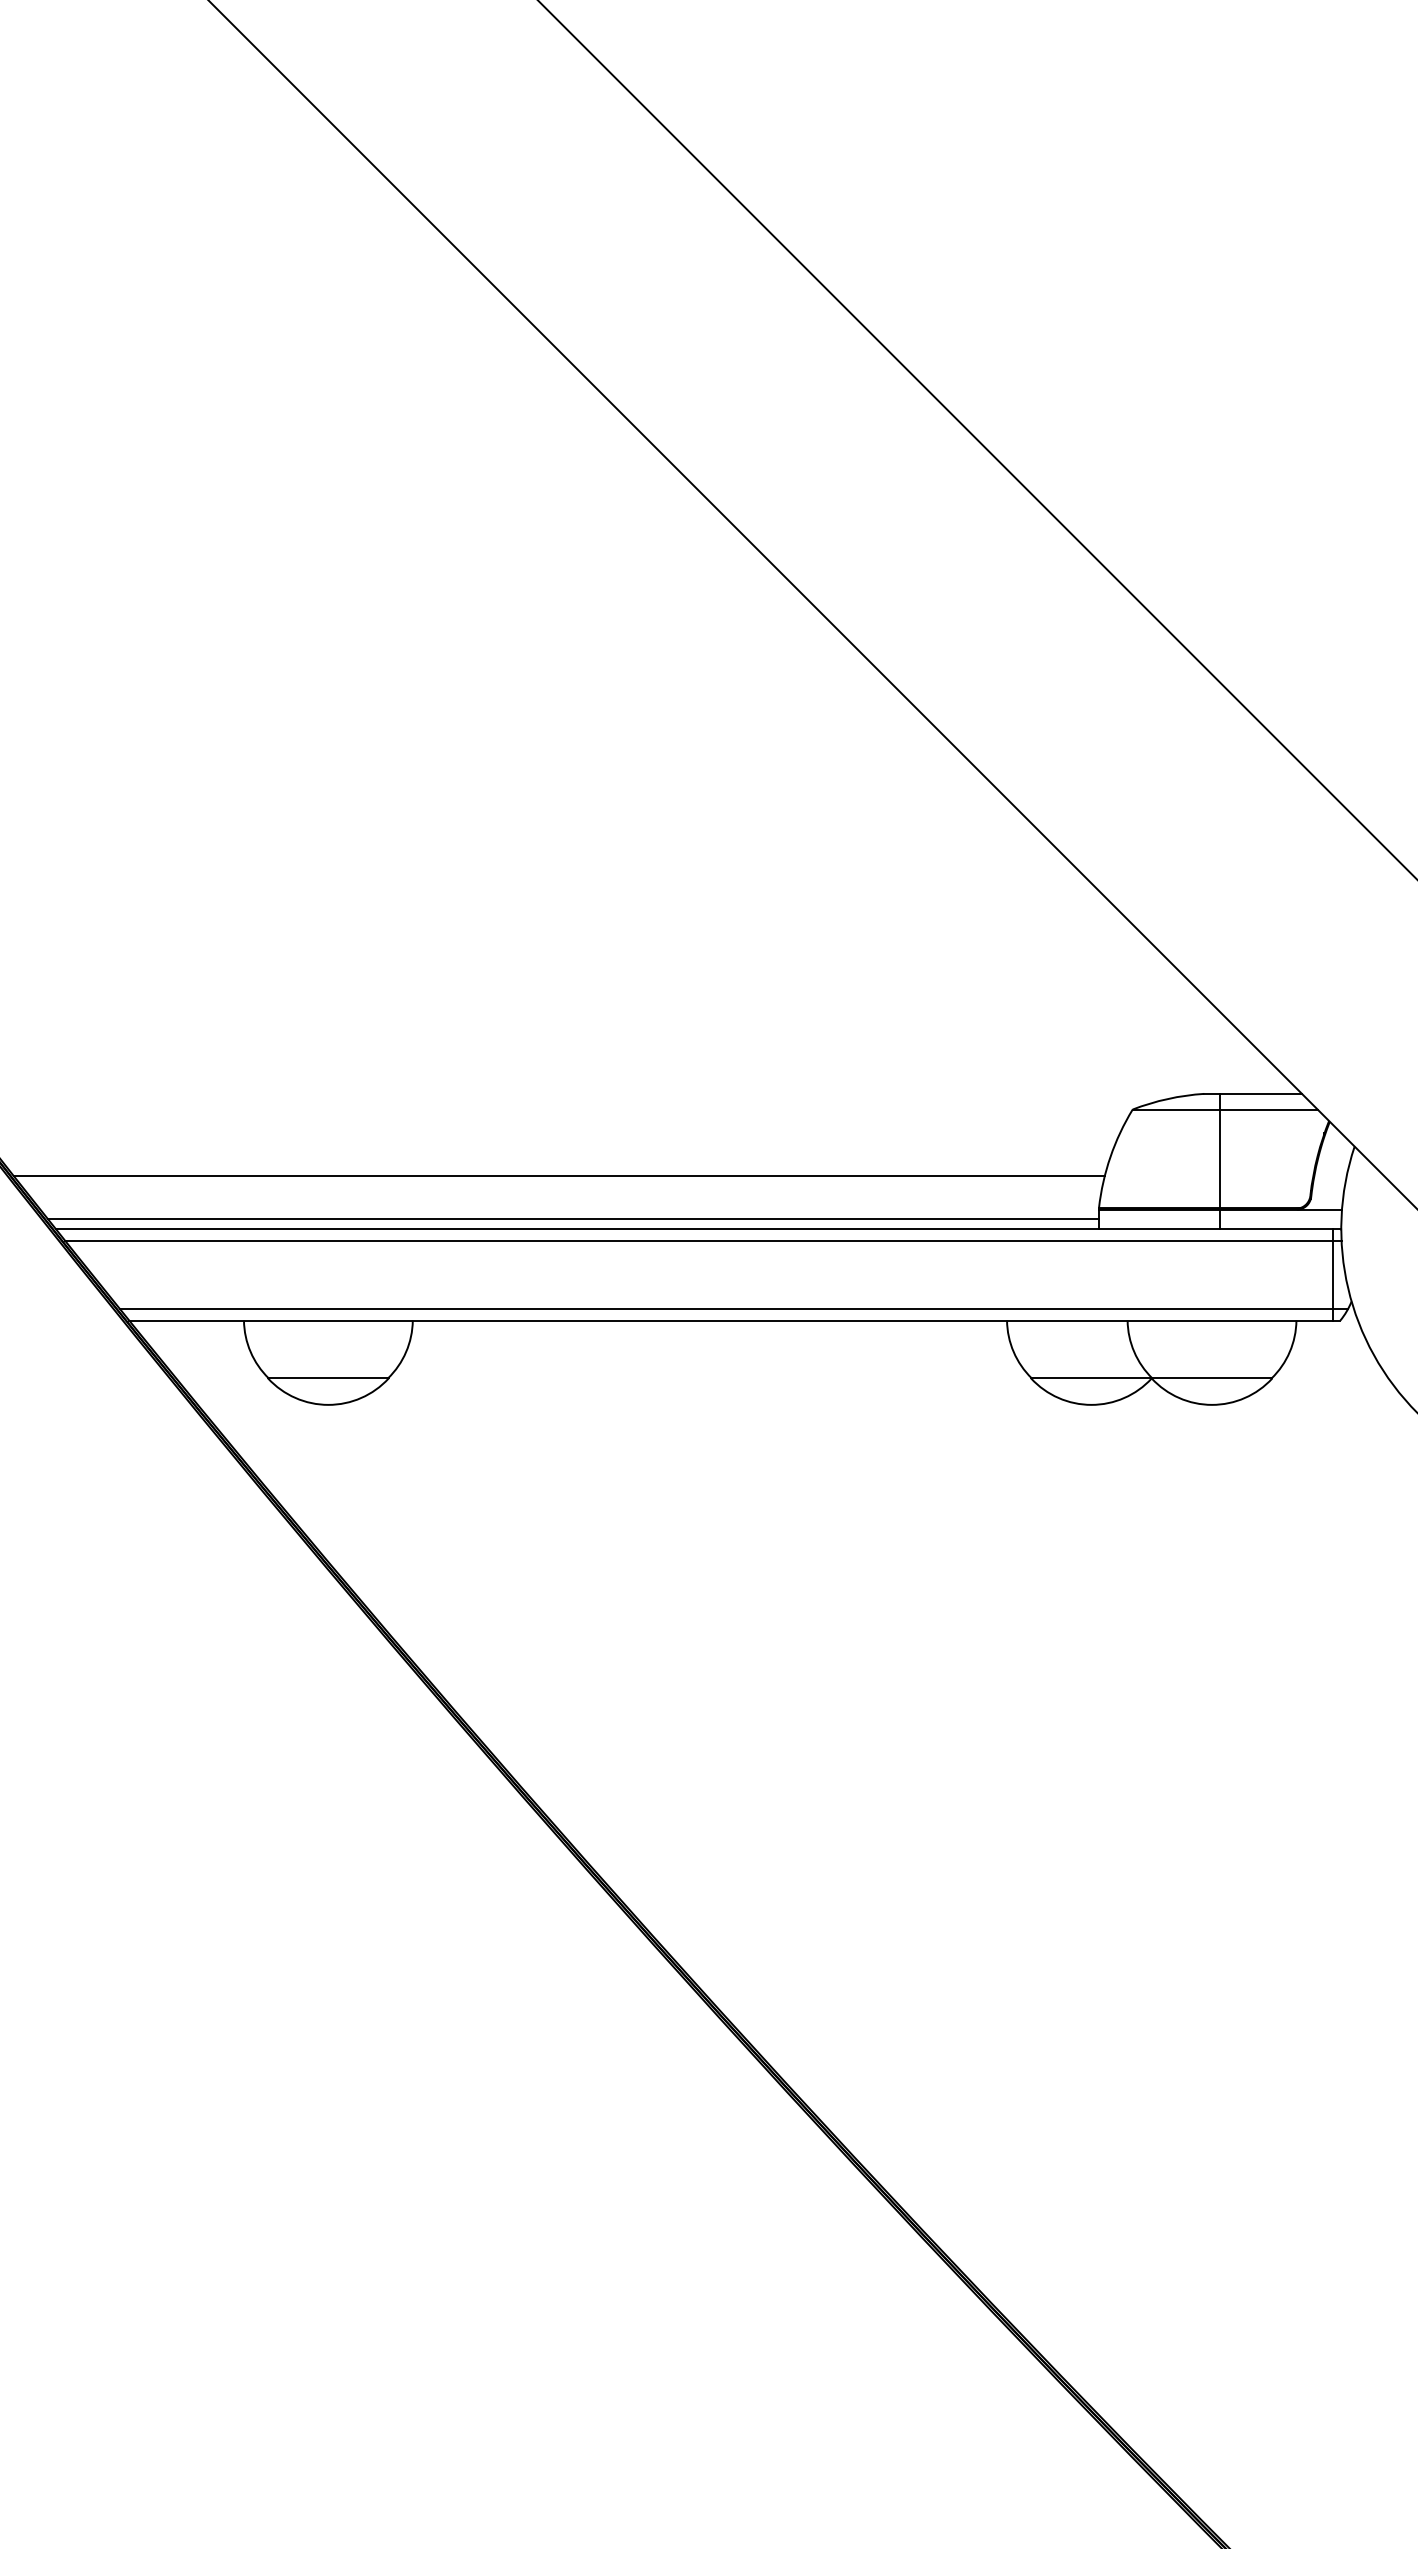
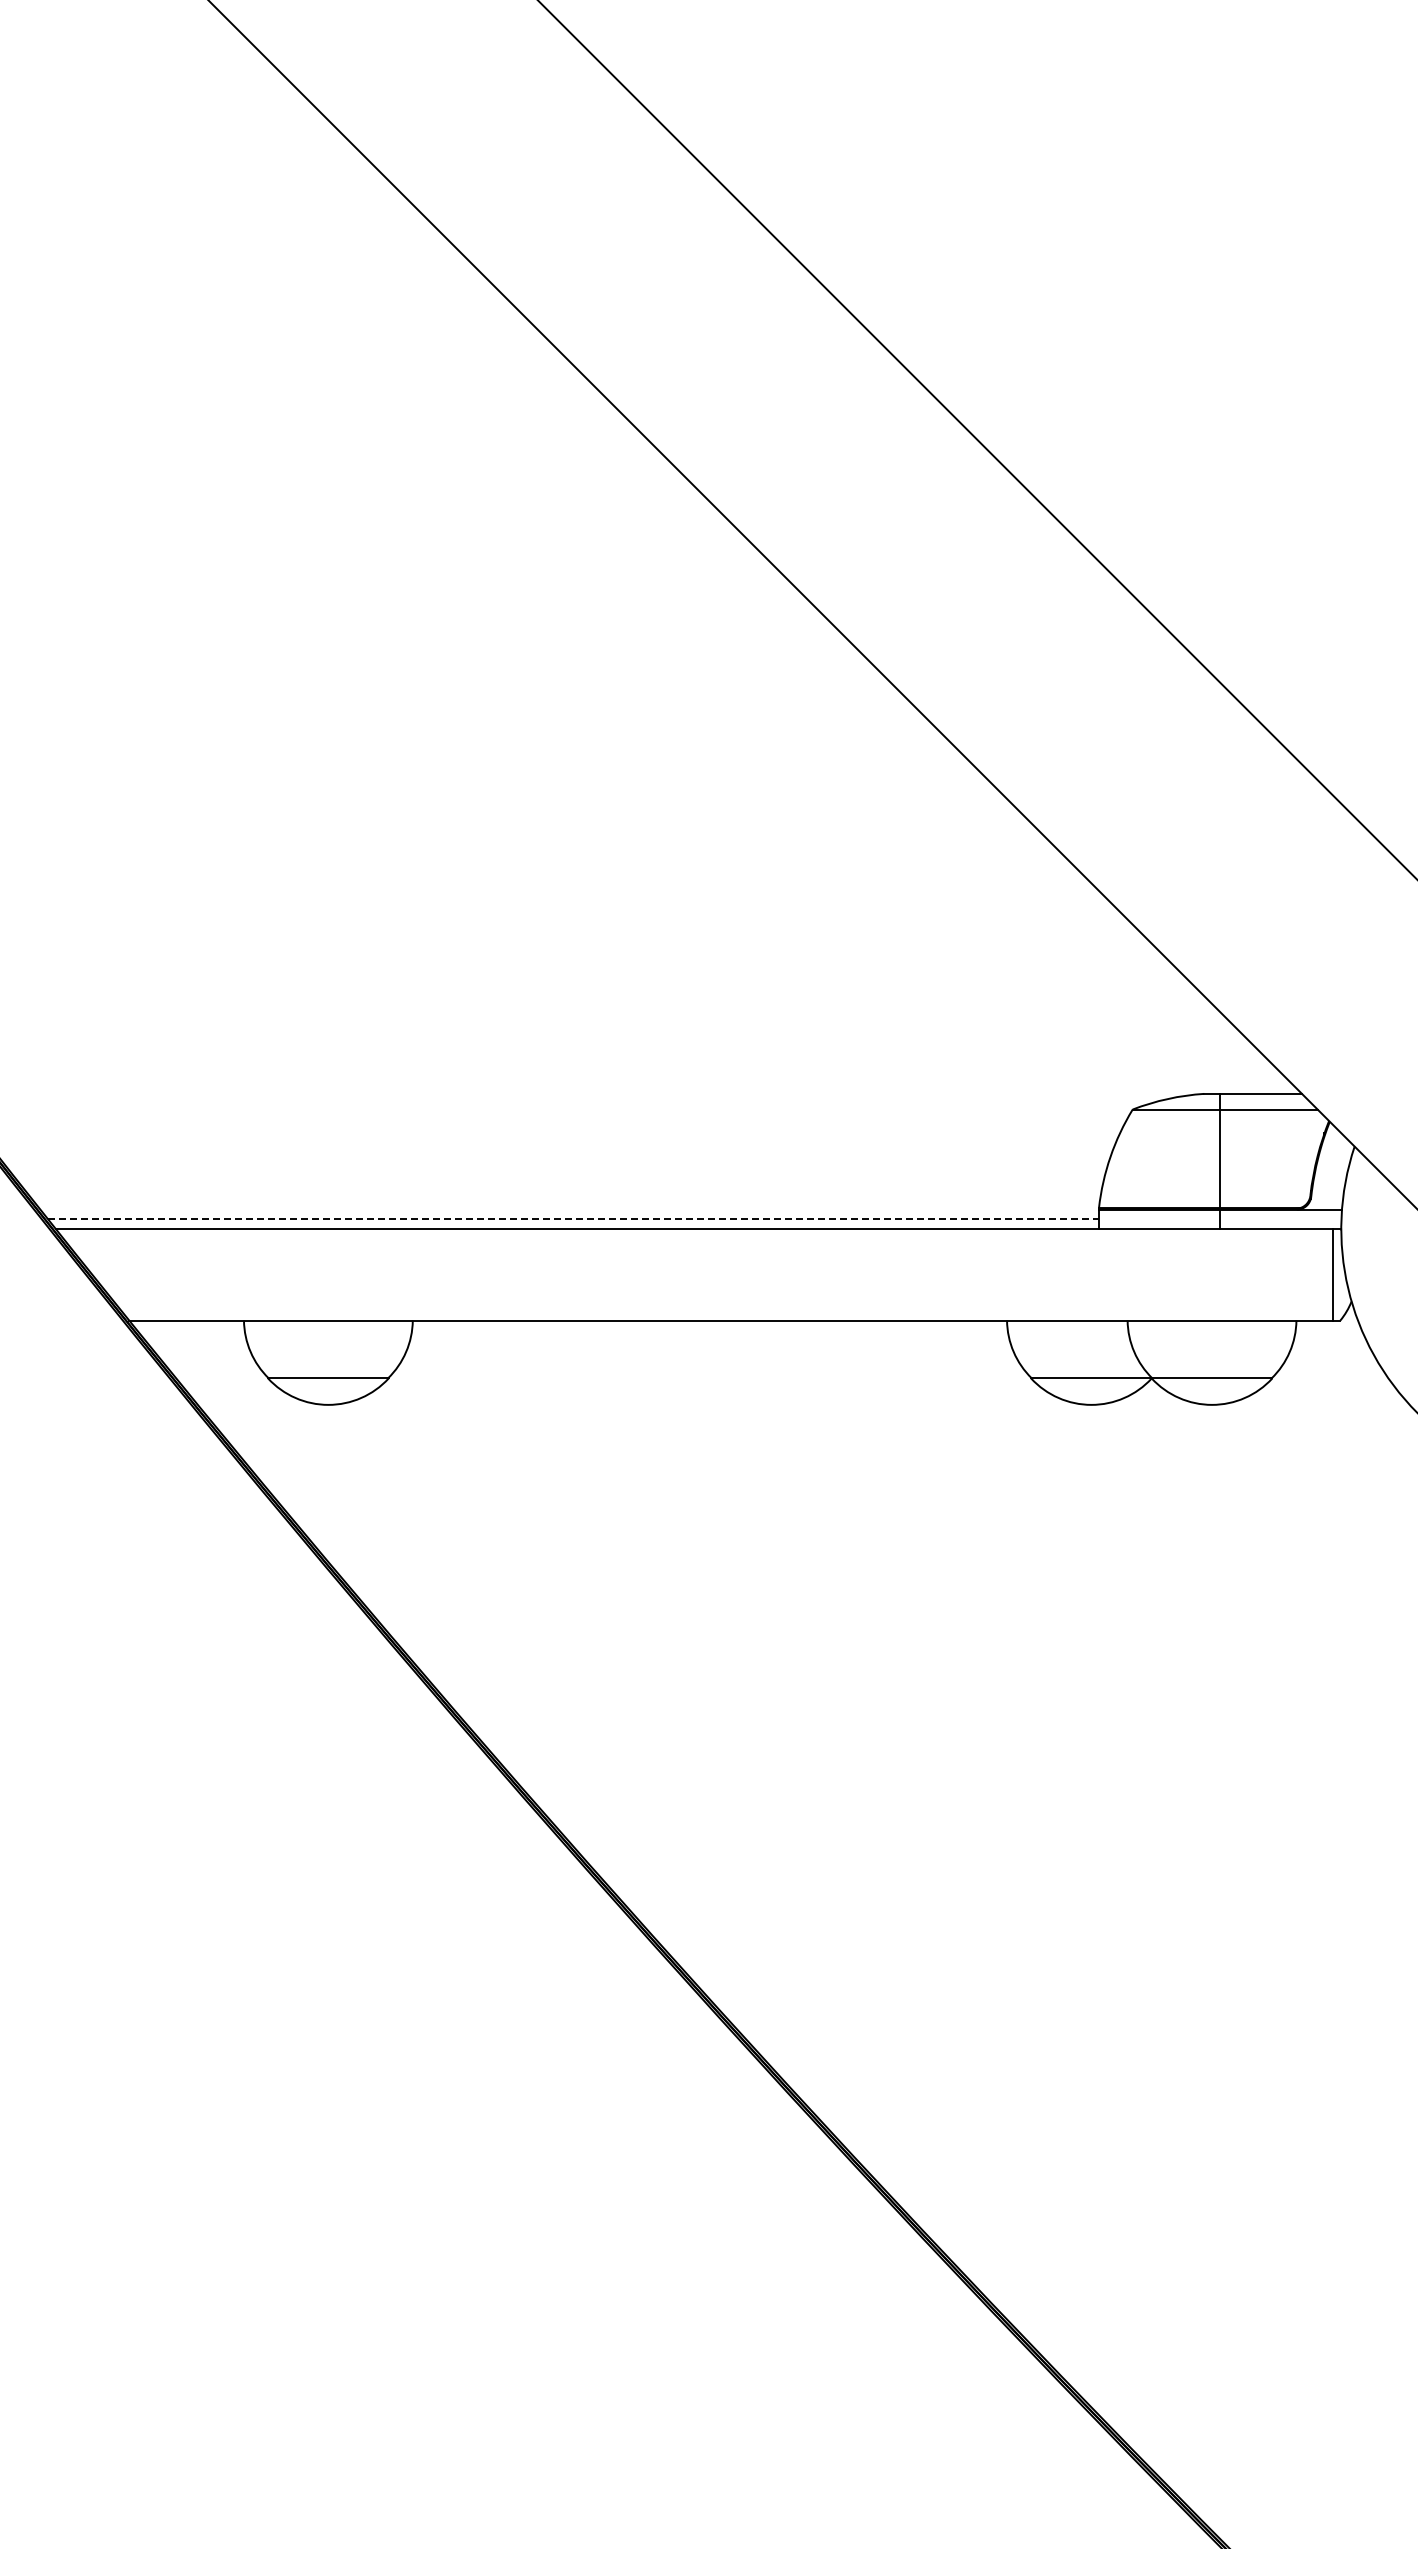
line at (559, 1176): present -> none
line at (573, 1219): solid -> dashed
line at (703, 1241): present -> none
line at (733, 1308): present -> none
